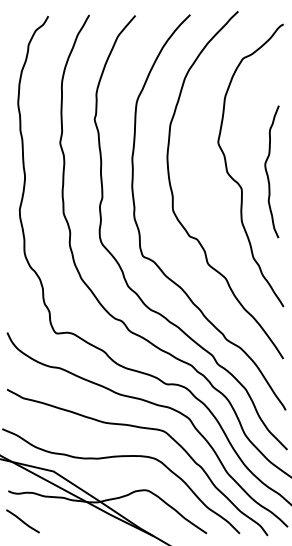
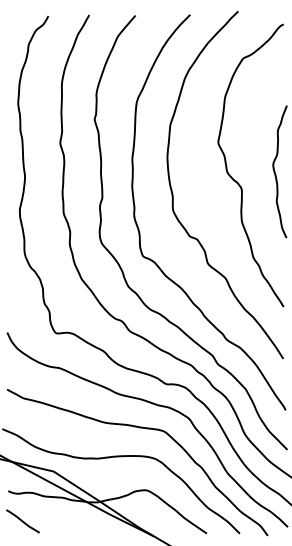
curve at (267, 171) position: (267, 171) -> (275, 171)
